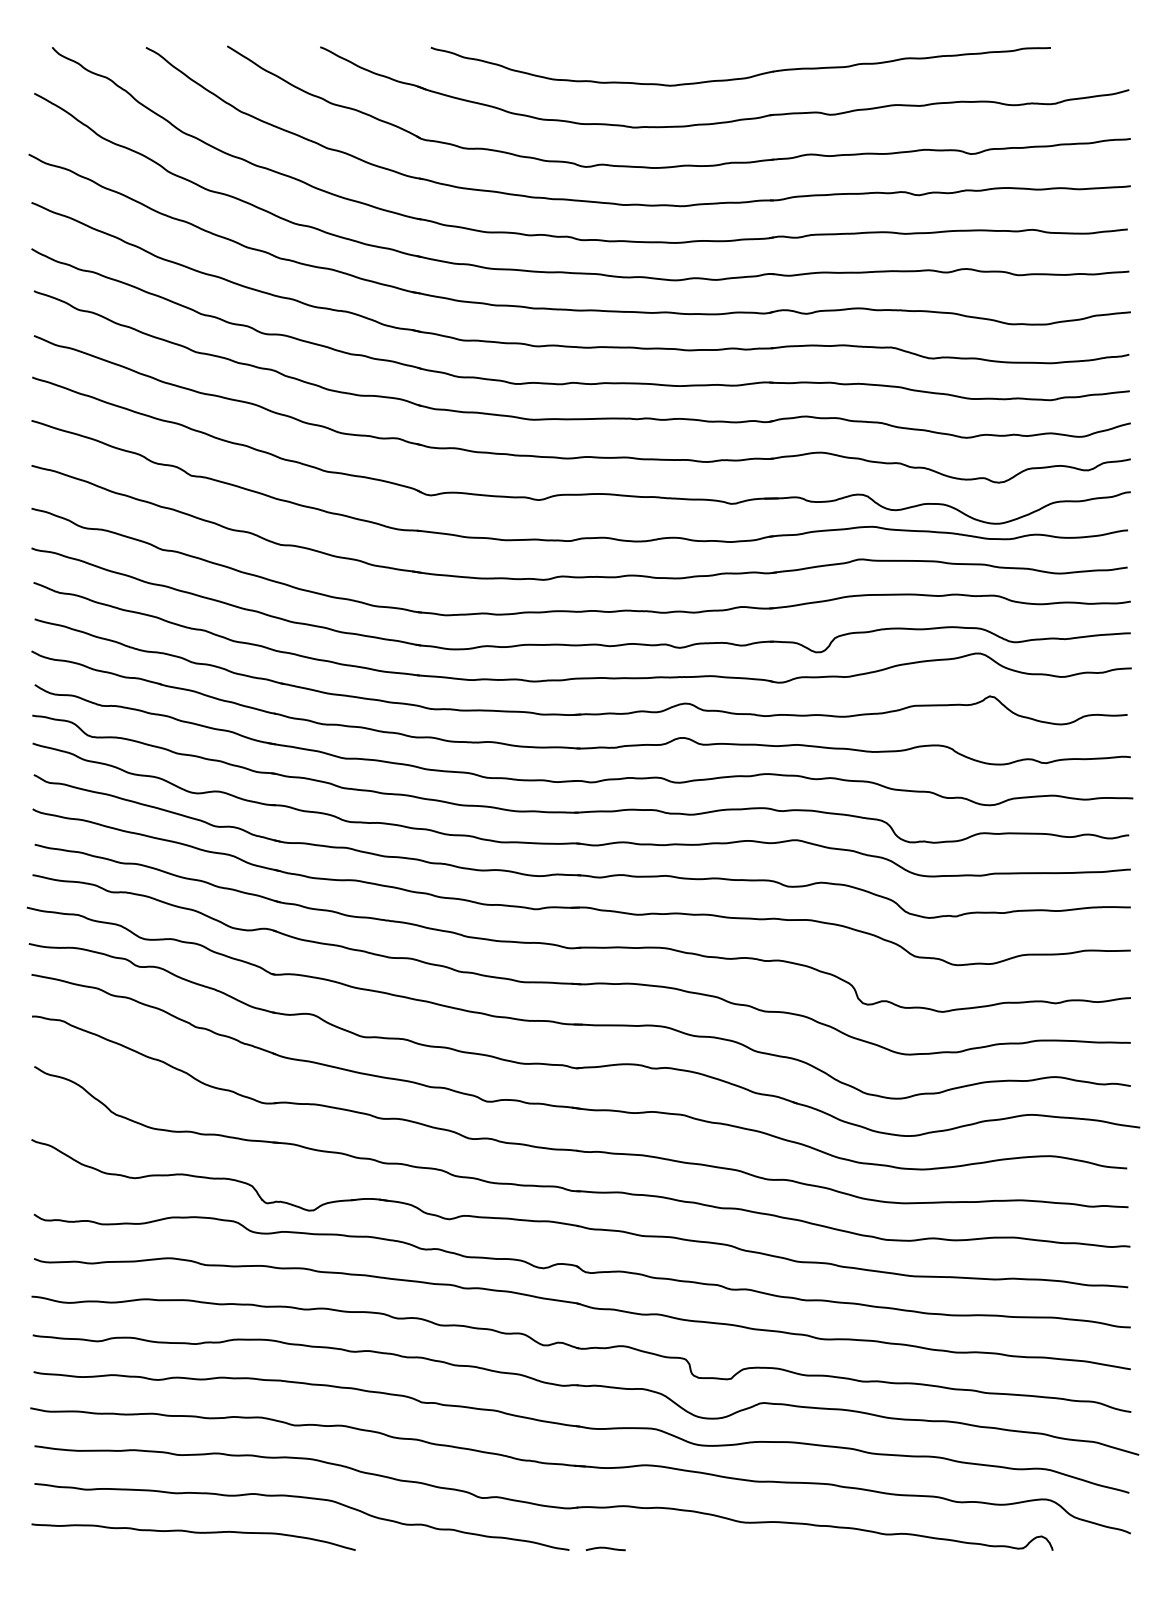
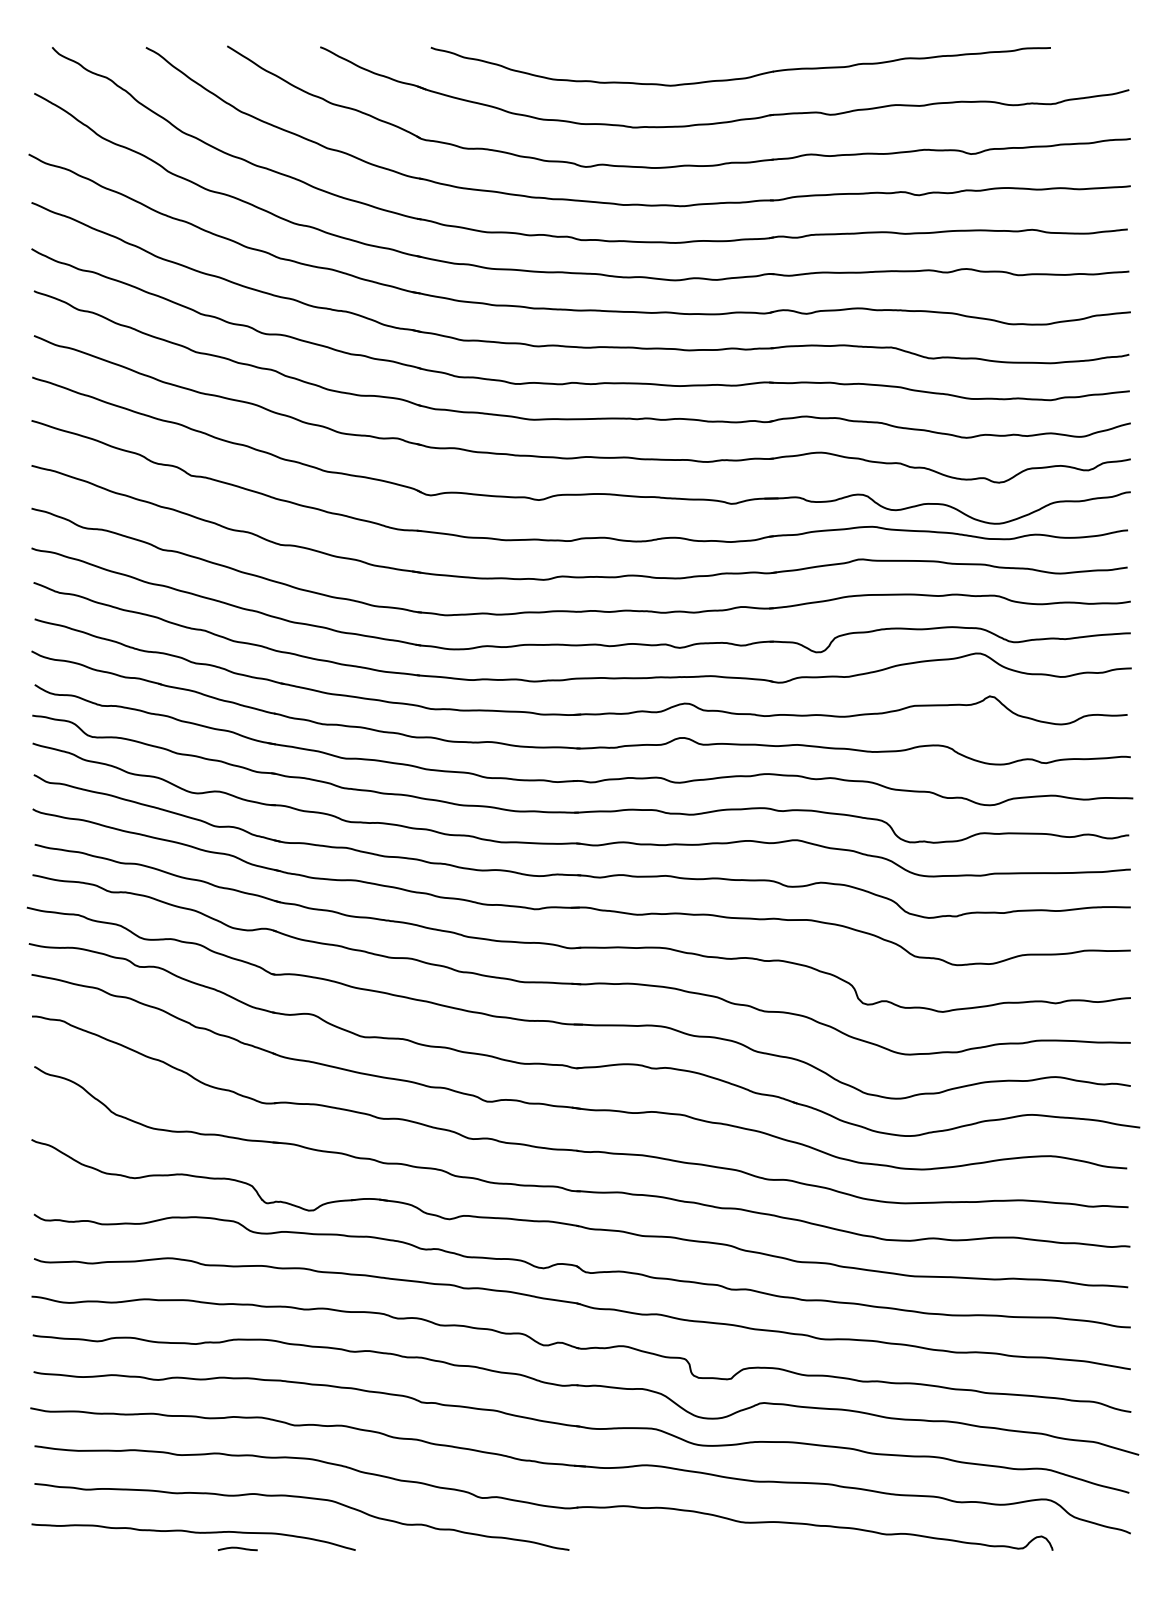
curve at (605, 1548) position: (605, 1548) -> (237, 1548)
